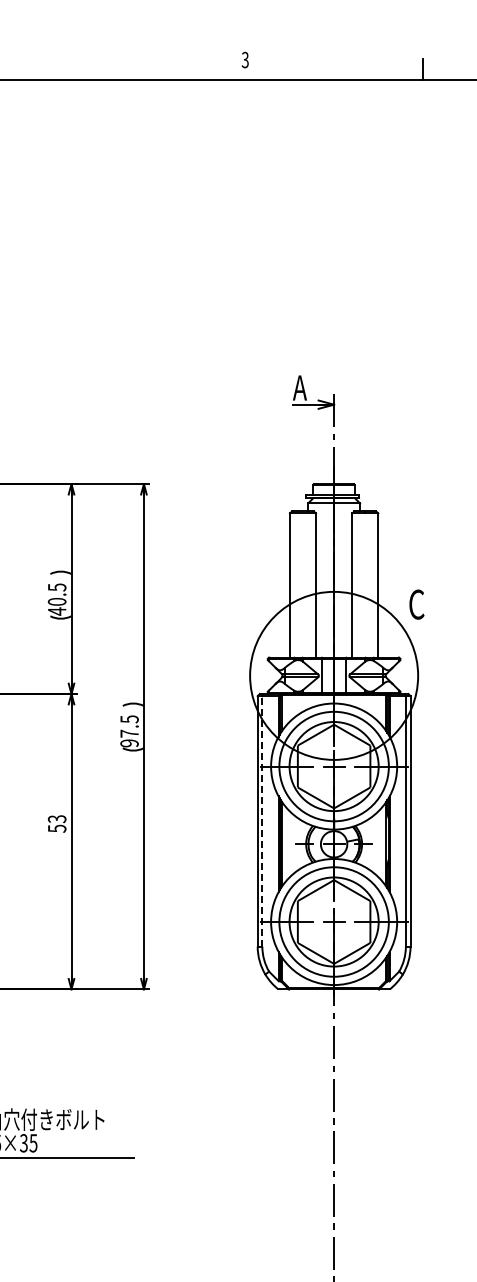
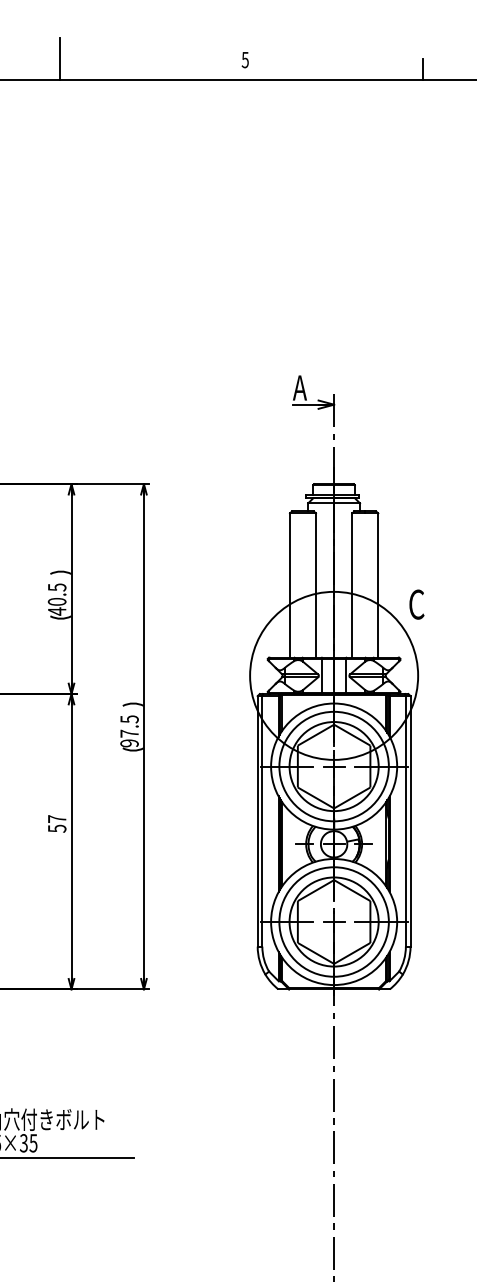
line at (59, 58): none -> present
text at (245, 59): 3 -> 5
text at (56, 819): 53 -> 57
line at (262, 820): dashed -> solid
